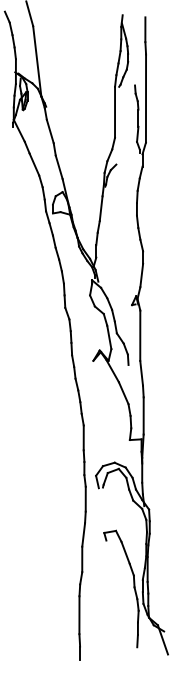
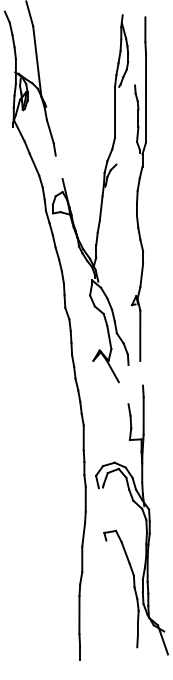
line at (58, 167): present -> none
line at (141, 372): present -> none
line at (123, 393): present -> none
